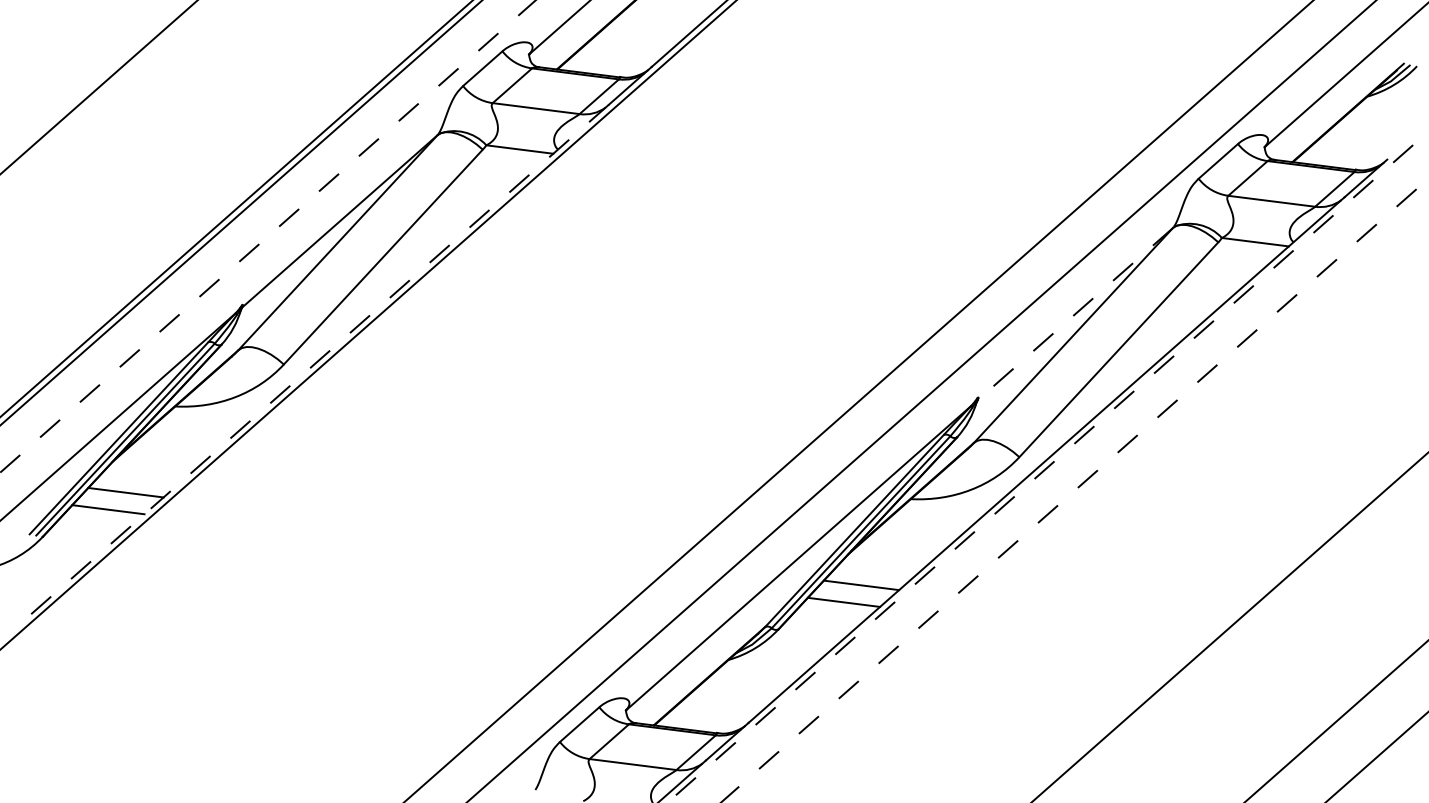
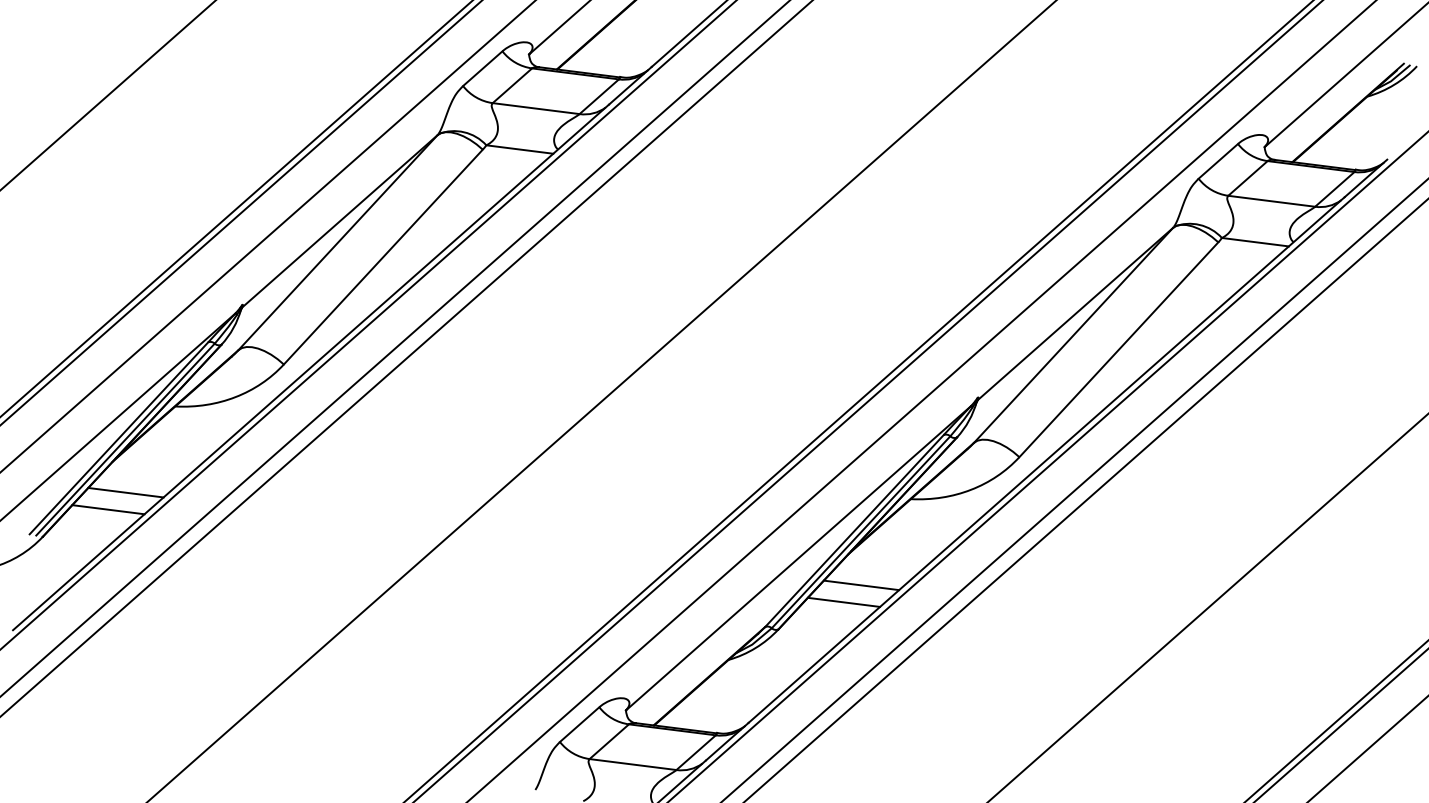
line at (98, 87) position: (98, 87) -> (107, 95)
line at (268, 236): dashed -> solid
line at (1074, 314): dashed -> solid
line at (394, 348): none -> present
line at (406, 358): none -> present
line at (310, 367): dashed -> solid
line at (601, 400): none -> present
line at (868, 400): none -> present
line at (1047, 467): dashed -> solid
line at (1074, 490): dashed -> solid
line at (1085, 500): none -> present
line at (1229, 626) position: (1229, 626) -> (1207, 607)
line at (1340, 725): none -> present
line at (1376, 756) position: (1376, 756) -> (1367, 748)
